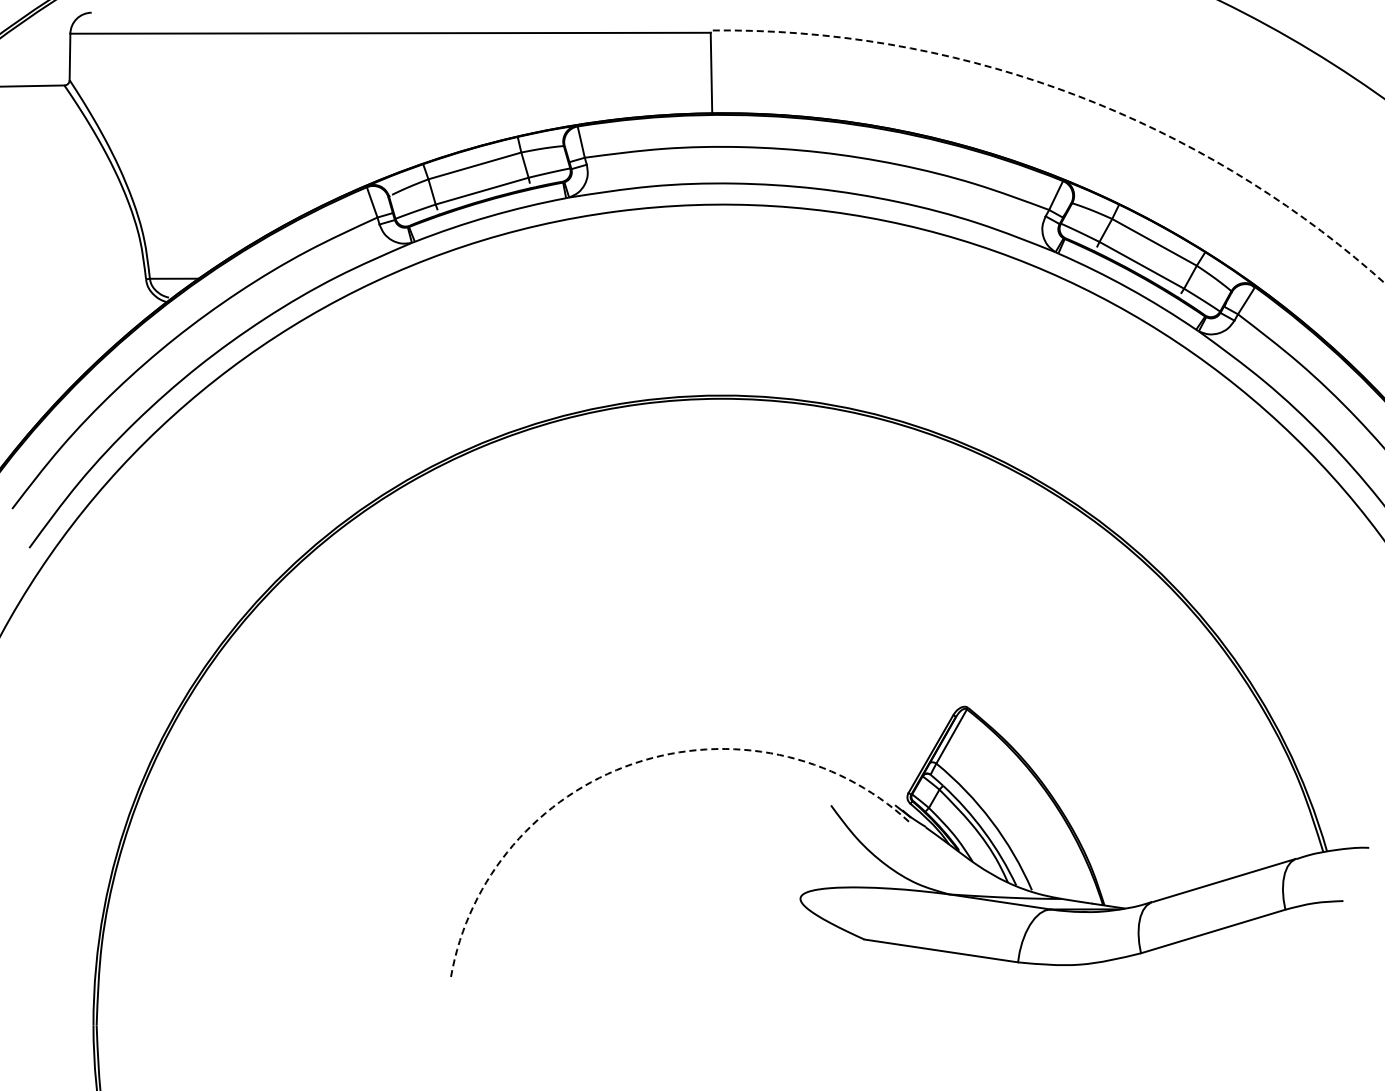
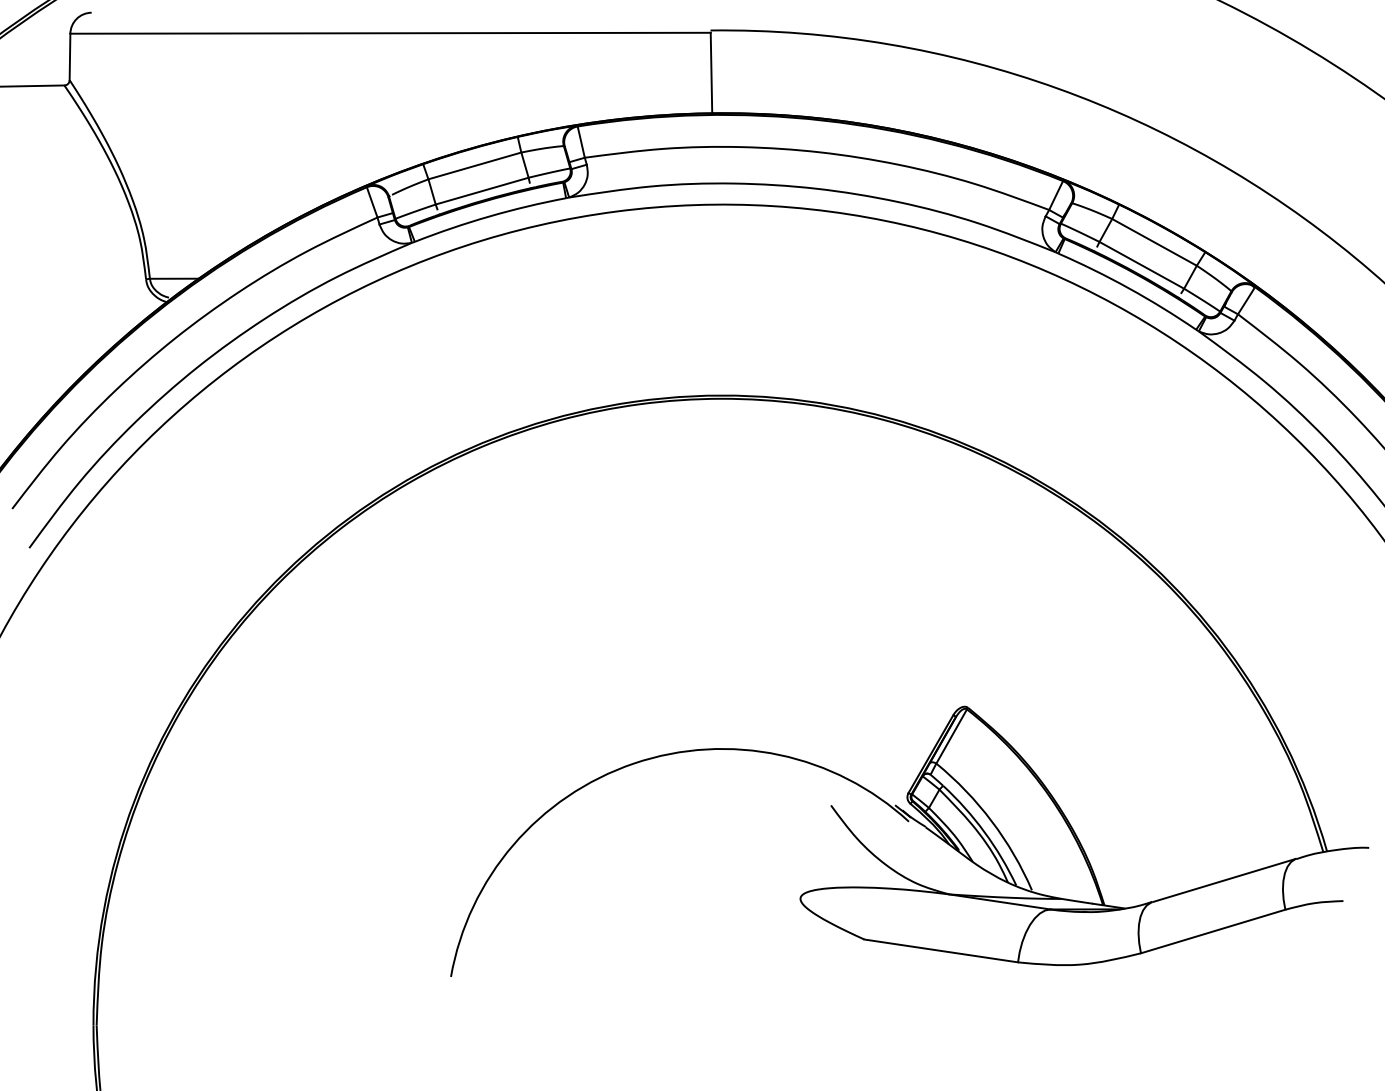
arc at (1072, 94): dashed -> solid
arc at (633, 763): dashed -> solid
